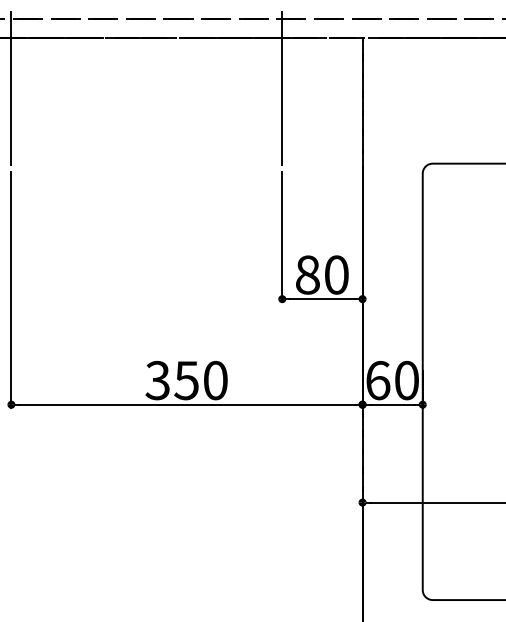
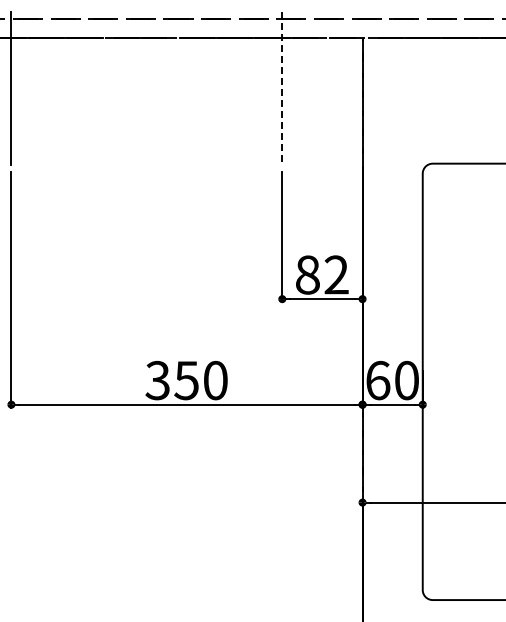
line at (282, 88): solid -> dashed
text at (336, 274): 80 -> 82
